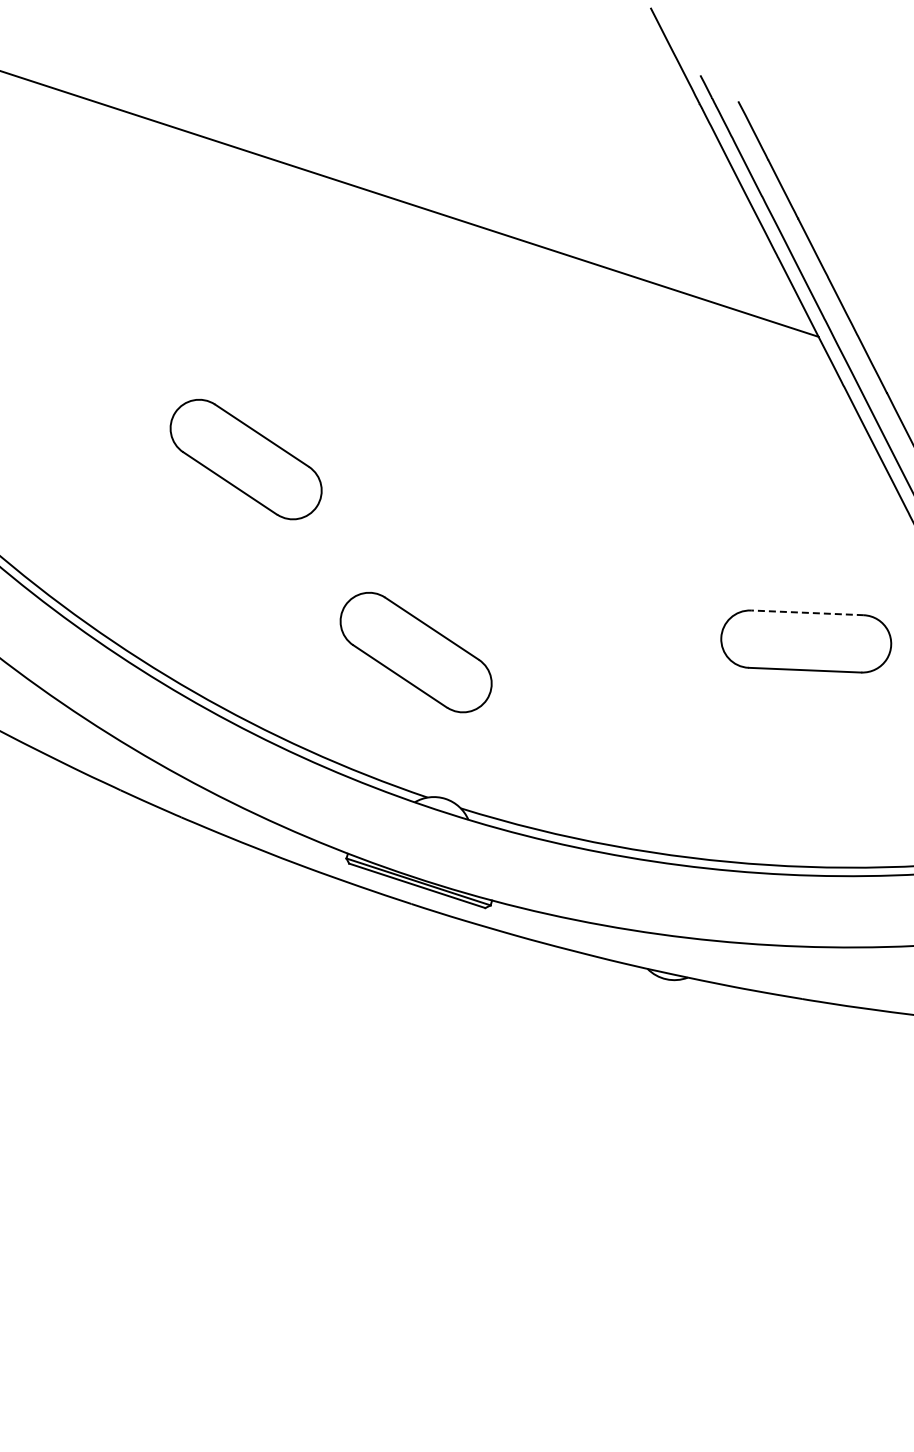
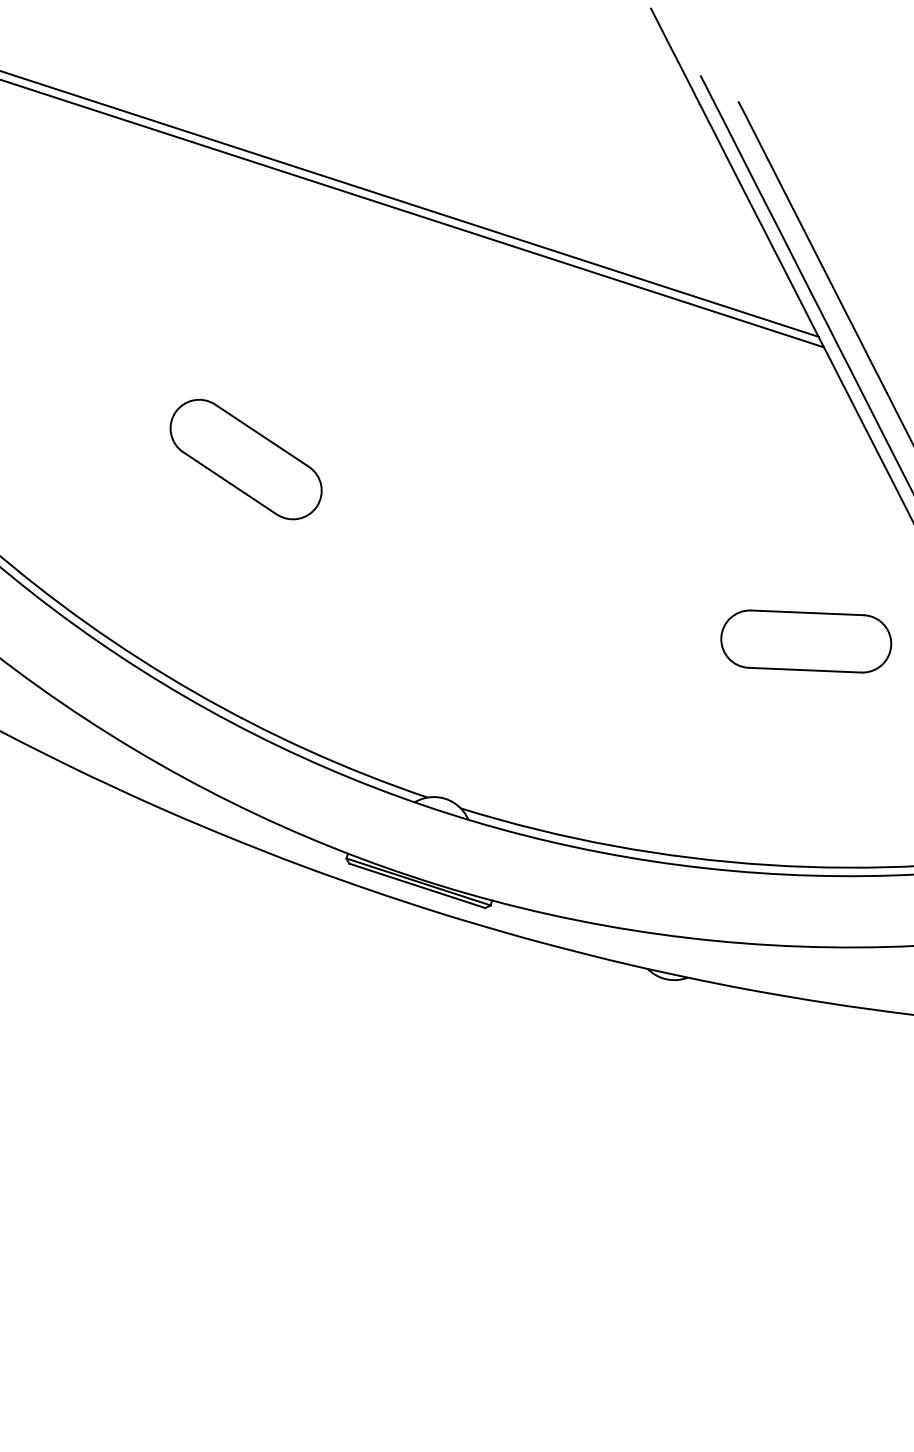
line at (412, 213): none -> present
line at (806, 612): dashed -> solid
part at (415, 652): present -> none
